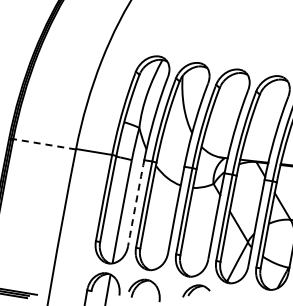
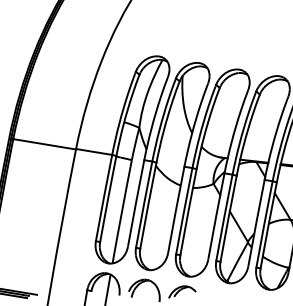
line at (44, 144): dashed -> solid
arc at (136, 203): dashed -> solid
part at (196, 290) position: (196, 290) -> (182, 291)
